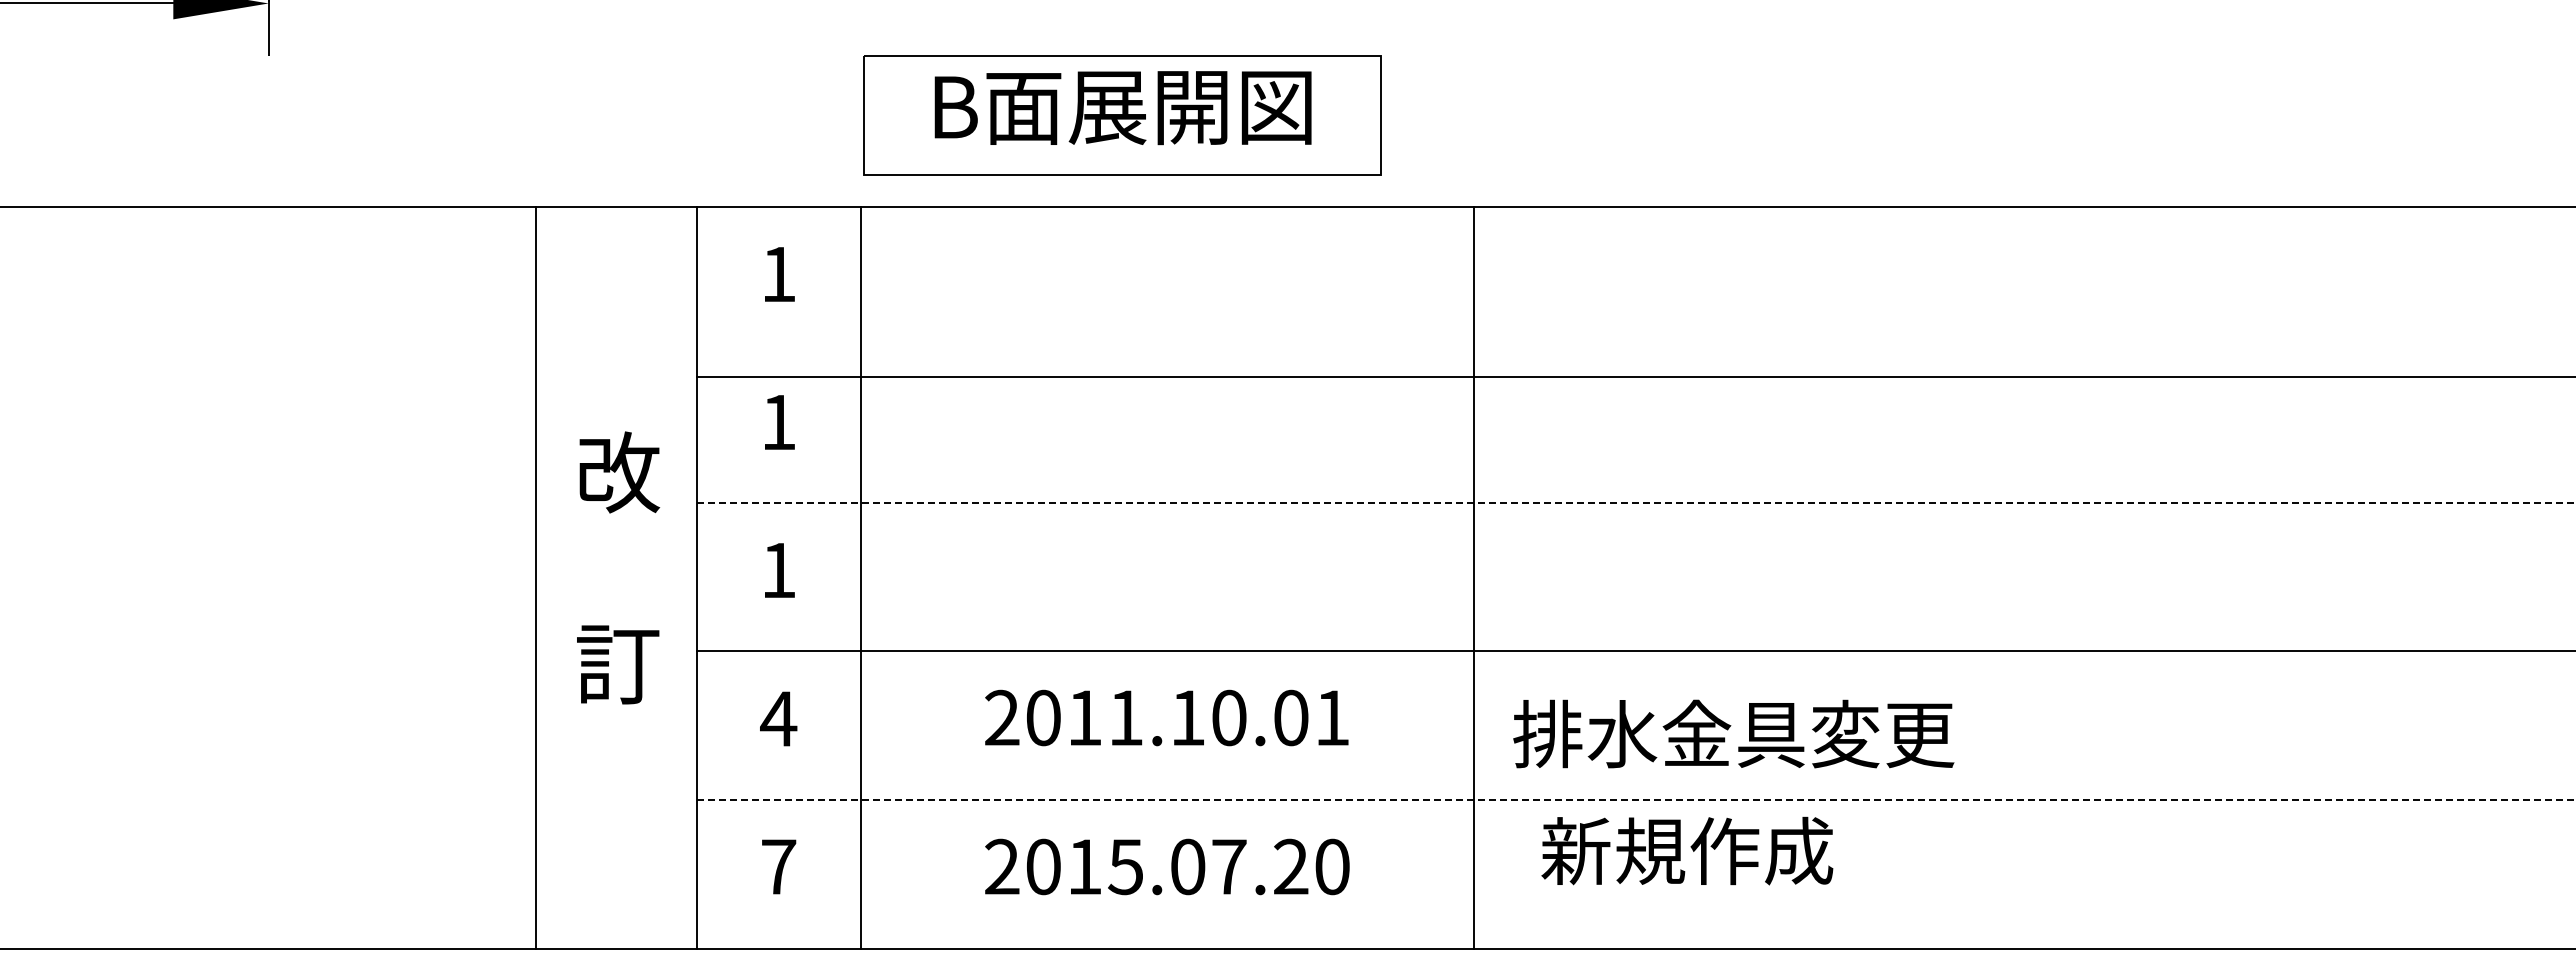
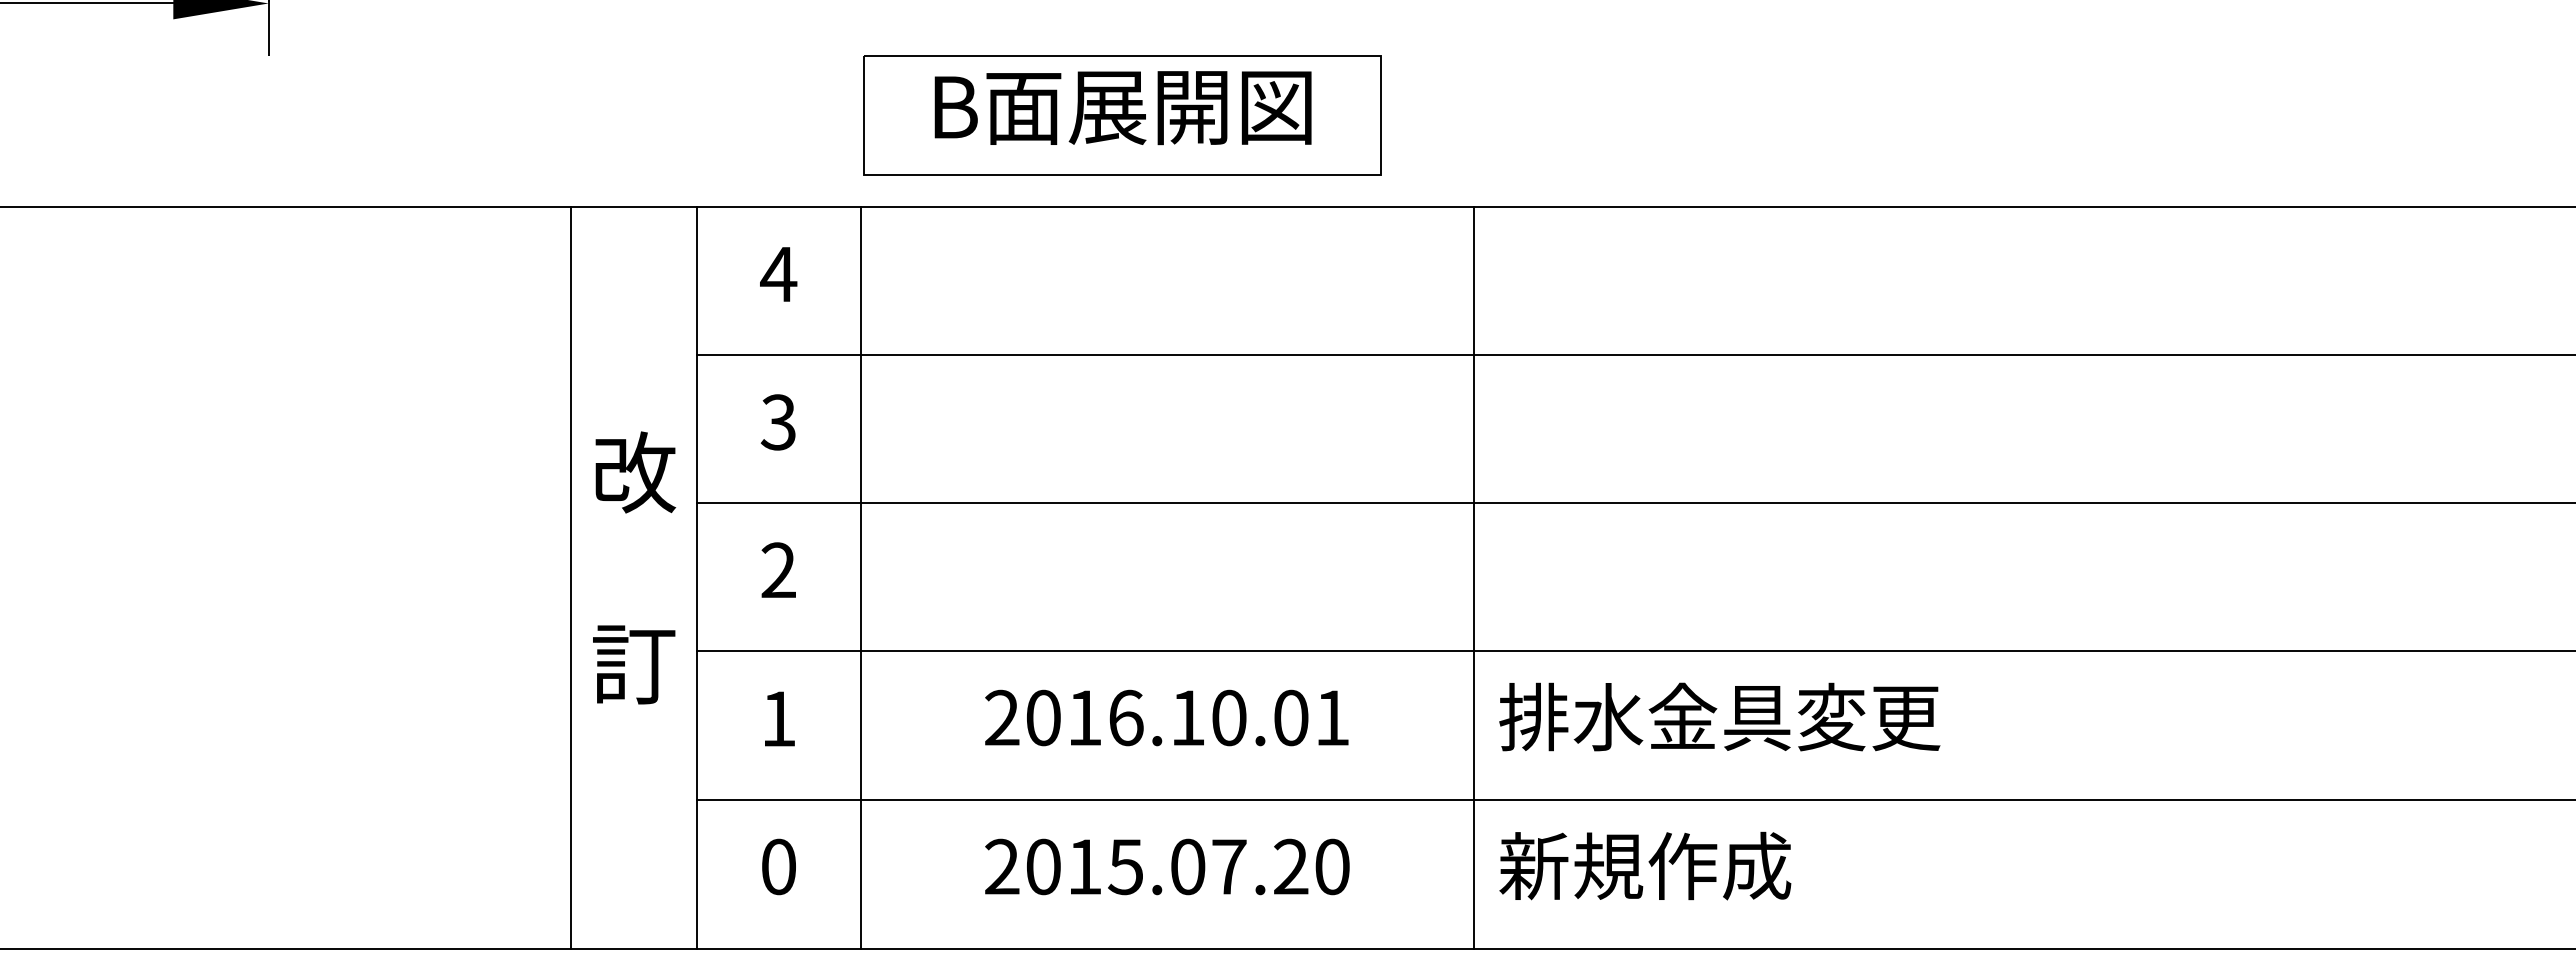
text at (778, 274): 1 -> 4
line at (1634, 376) position: (1634, 376) -> (1634, 354)
text at (777, 422): 1 -> 3
line at (1636, 502): dashed -> solid
text at (618, 567) position: (618, 567) -> (634, 567)
text at (778, 569): 1 -> 2
line at (536, 577) position: (536, 577) -> (571, 577)
text at (1126, 717): 2011.10.01 -> 2016.10.01
text at (778, 718): 4 -> 1
text at (1733, 733) position: (1733, 733) -> (1719, 716)
line at (1636, 799): dashed -> solid
text at (1687, 850) position: (1687, 850) -> (1645, 865)
text at (779, 866): 7 -> 0
